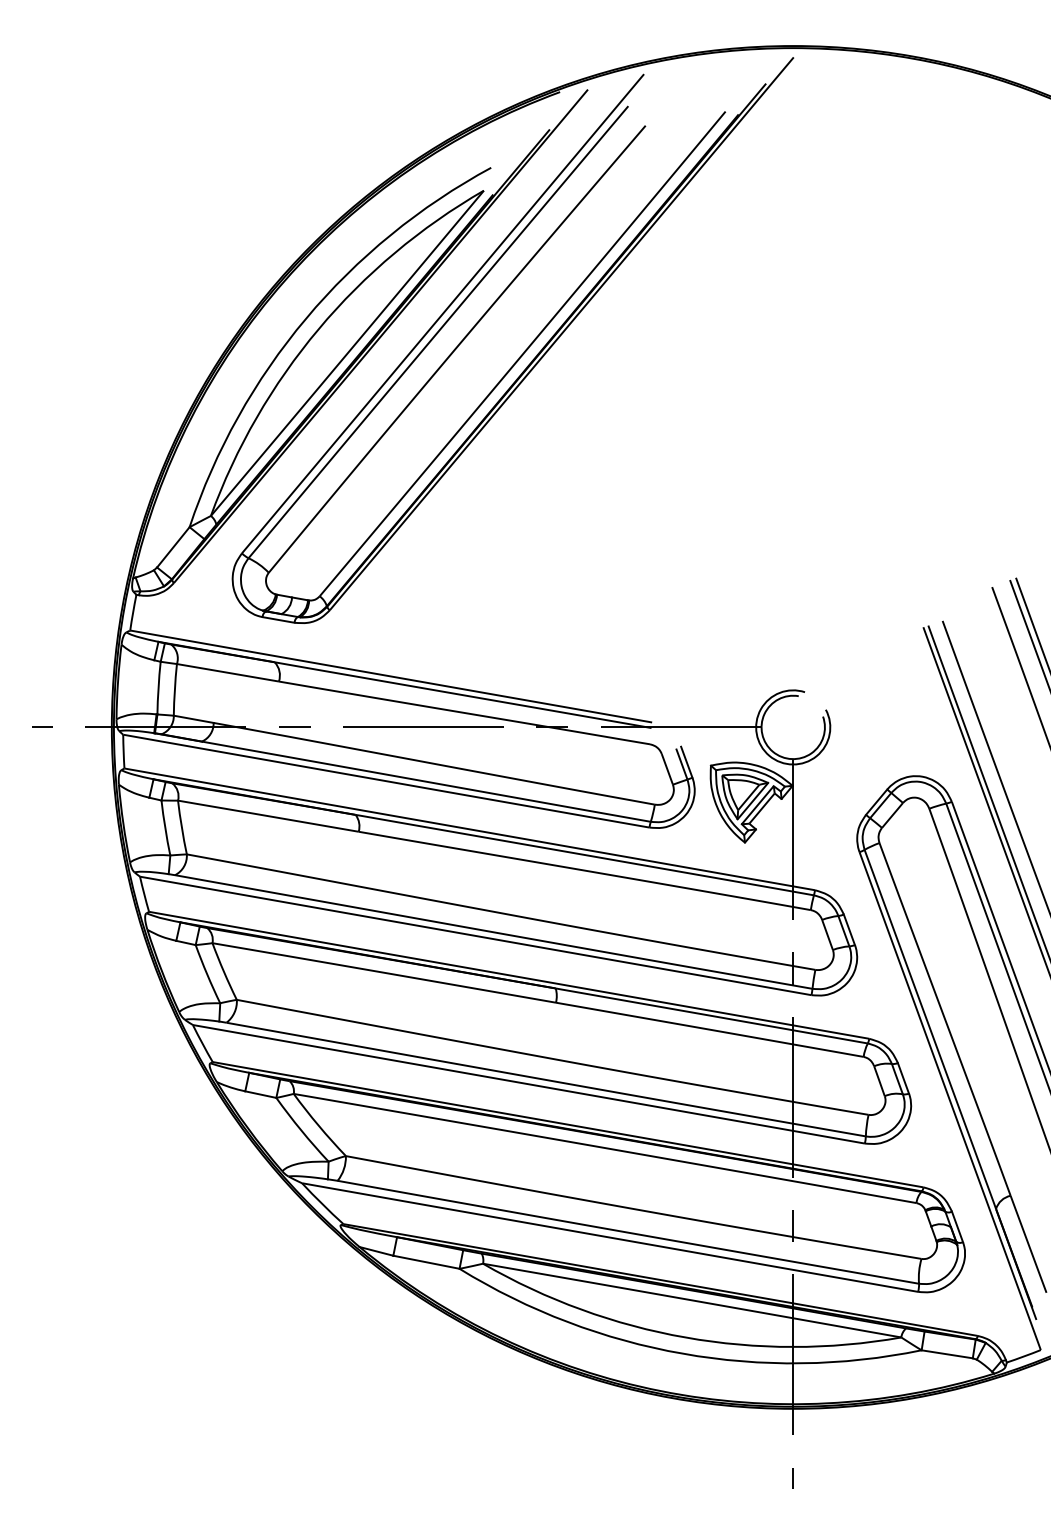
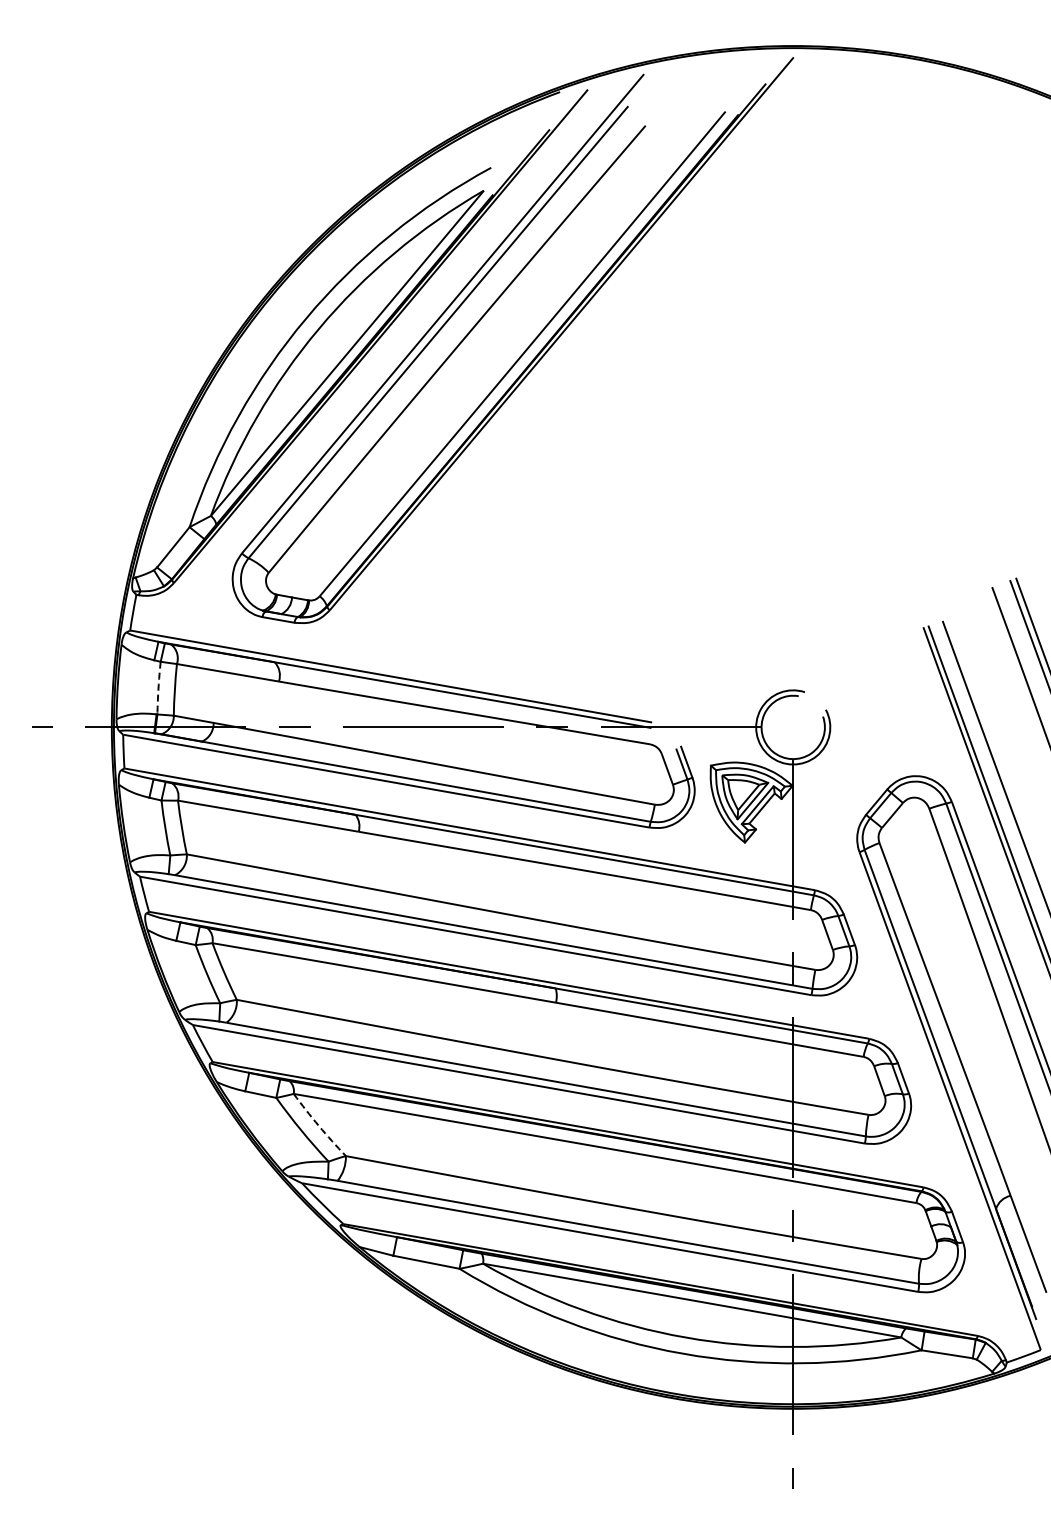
arc at (158, 688): solid -> dashed
arc at (318, 1125): solid -> dashed
